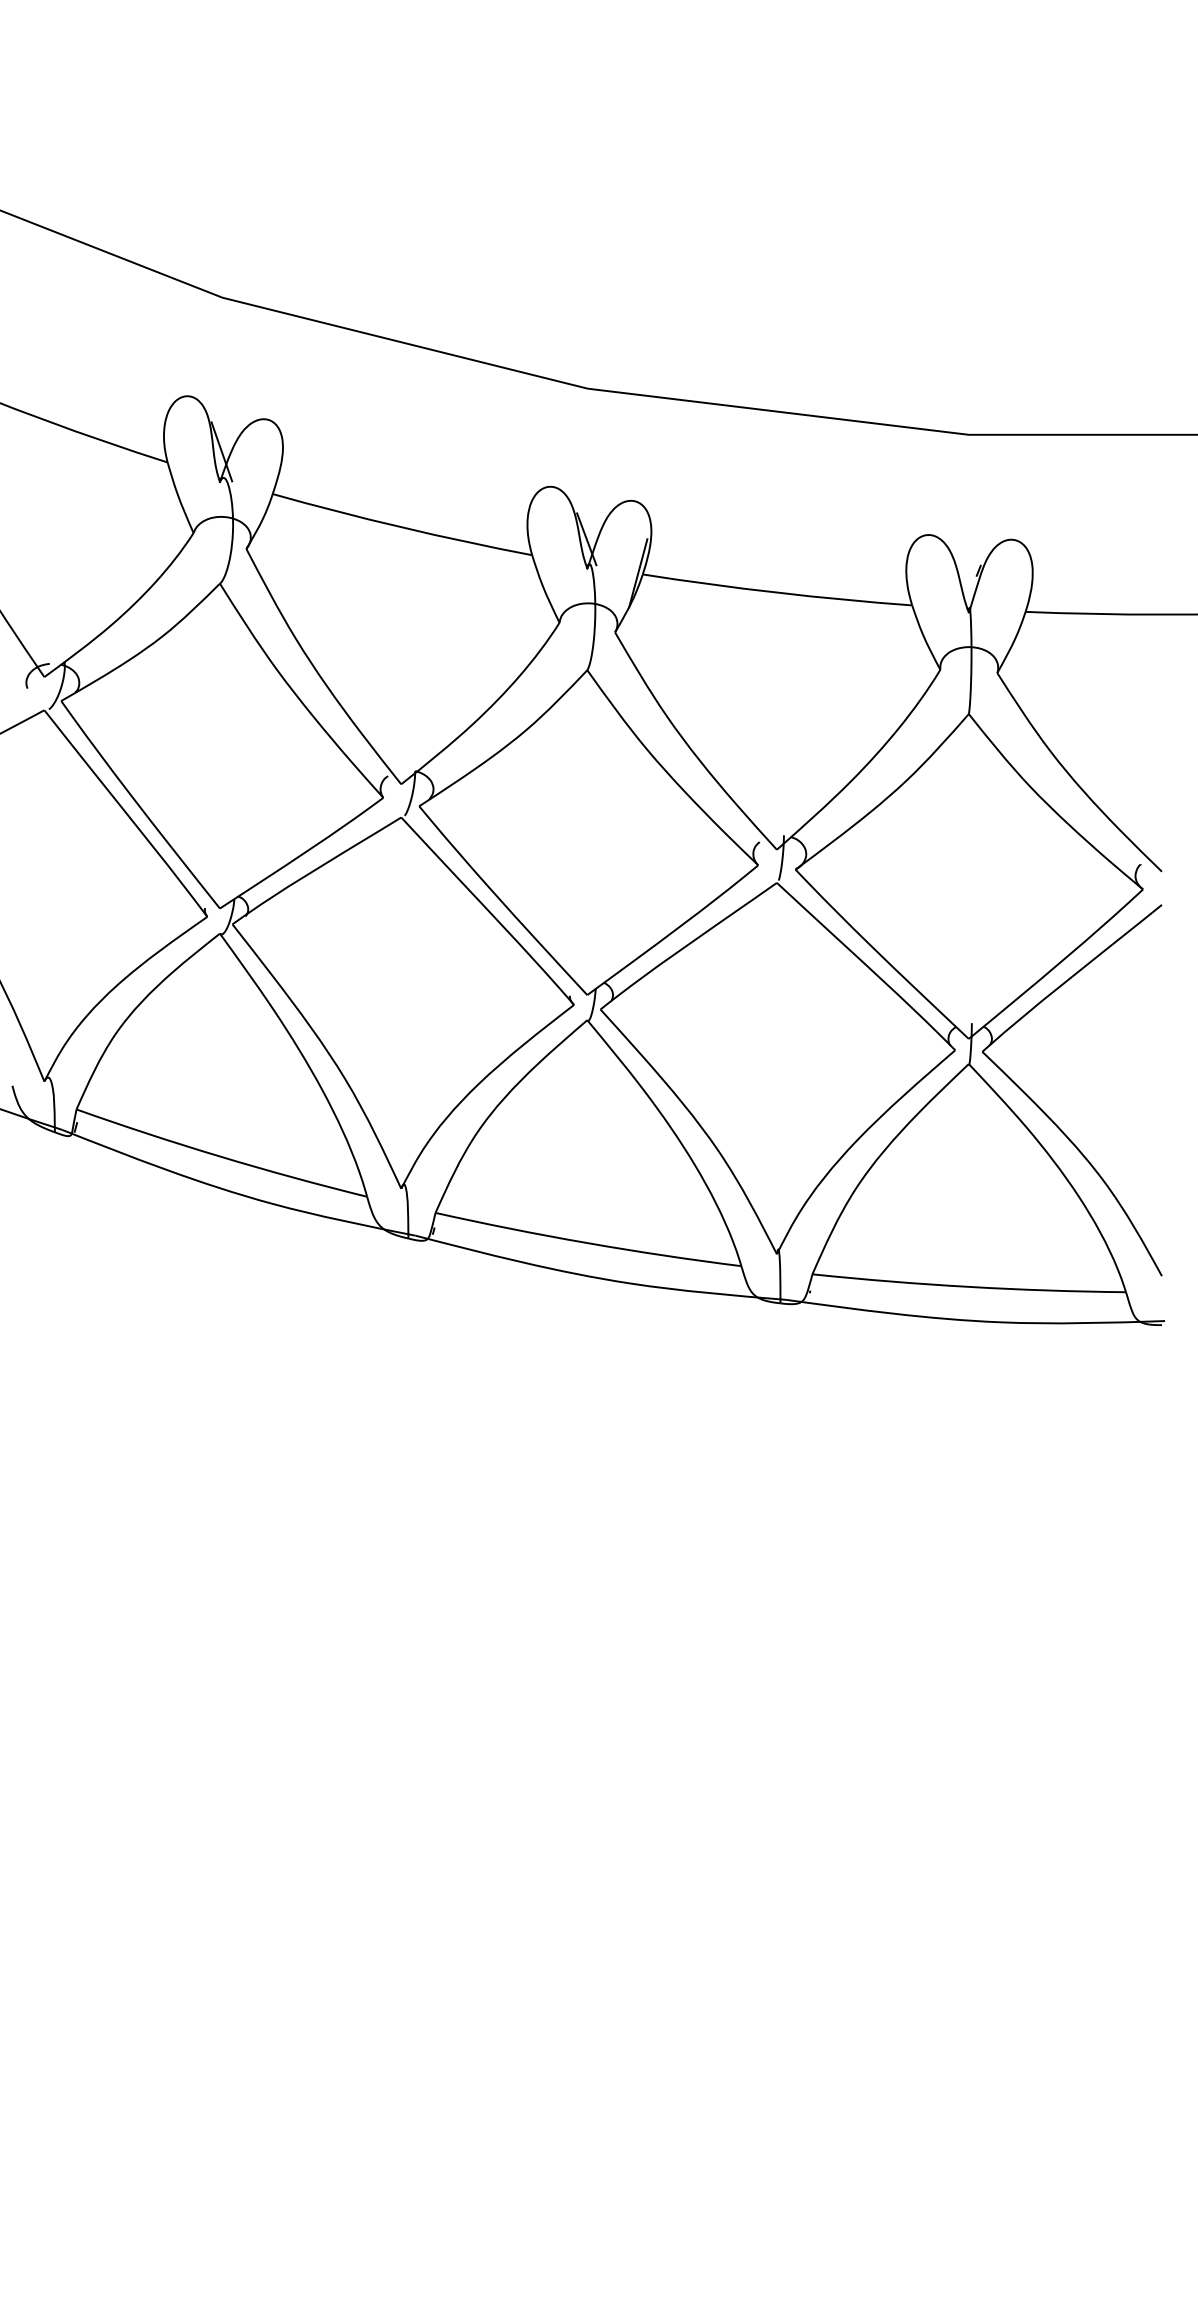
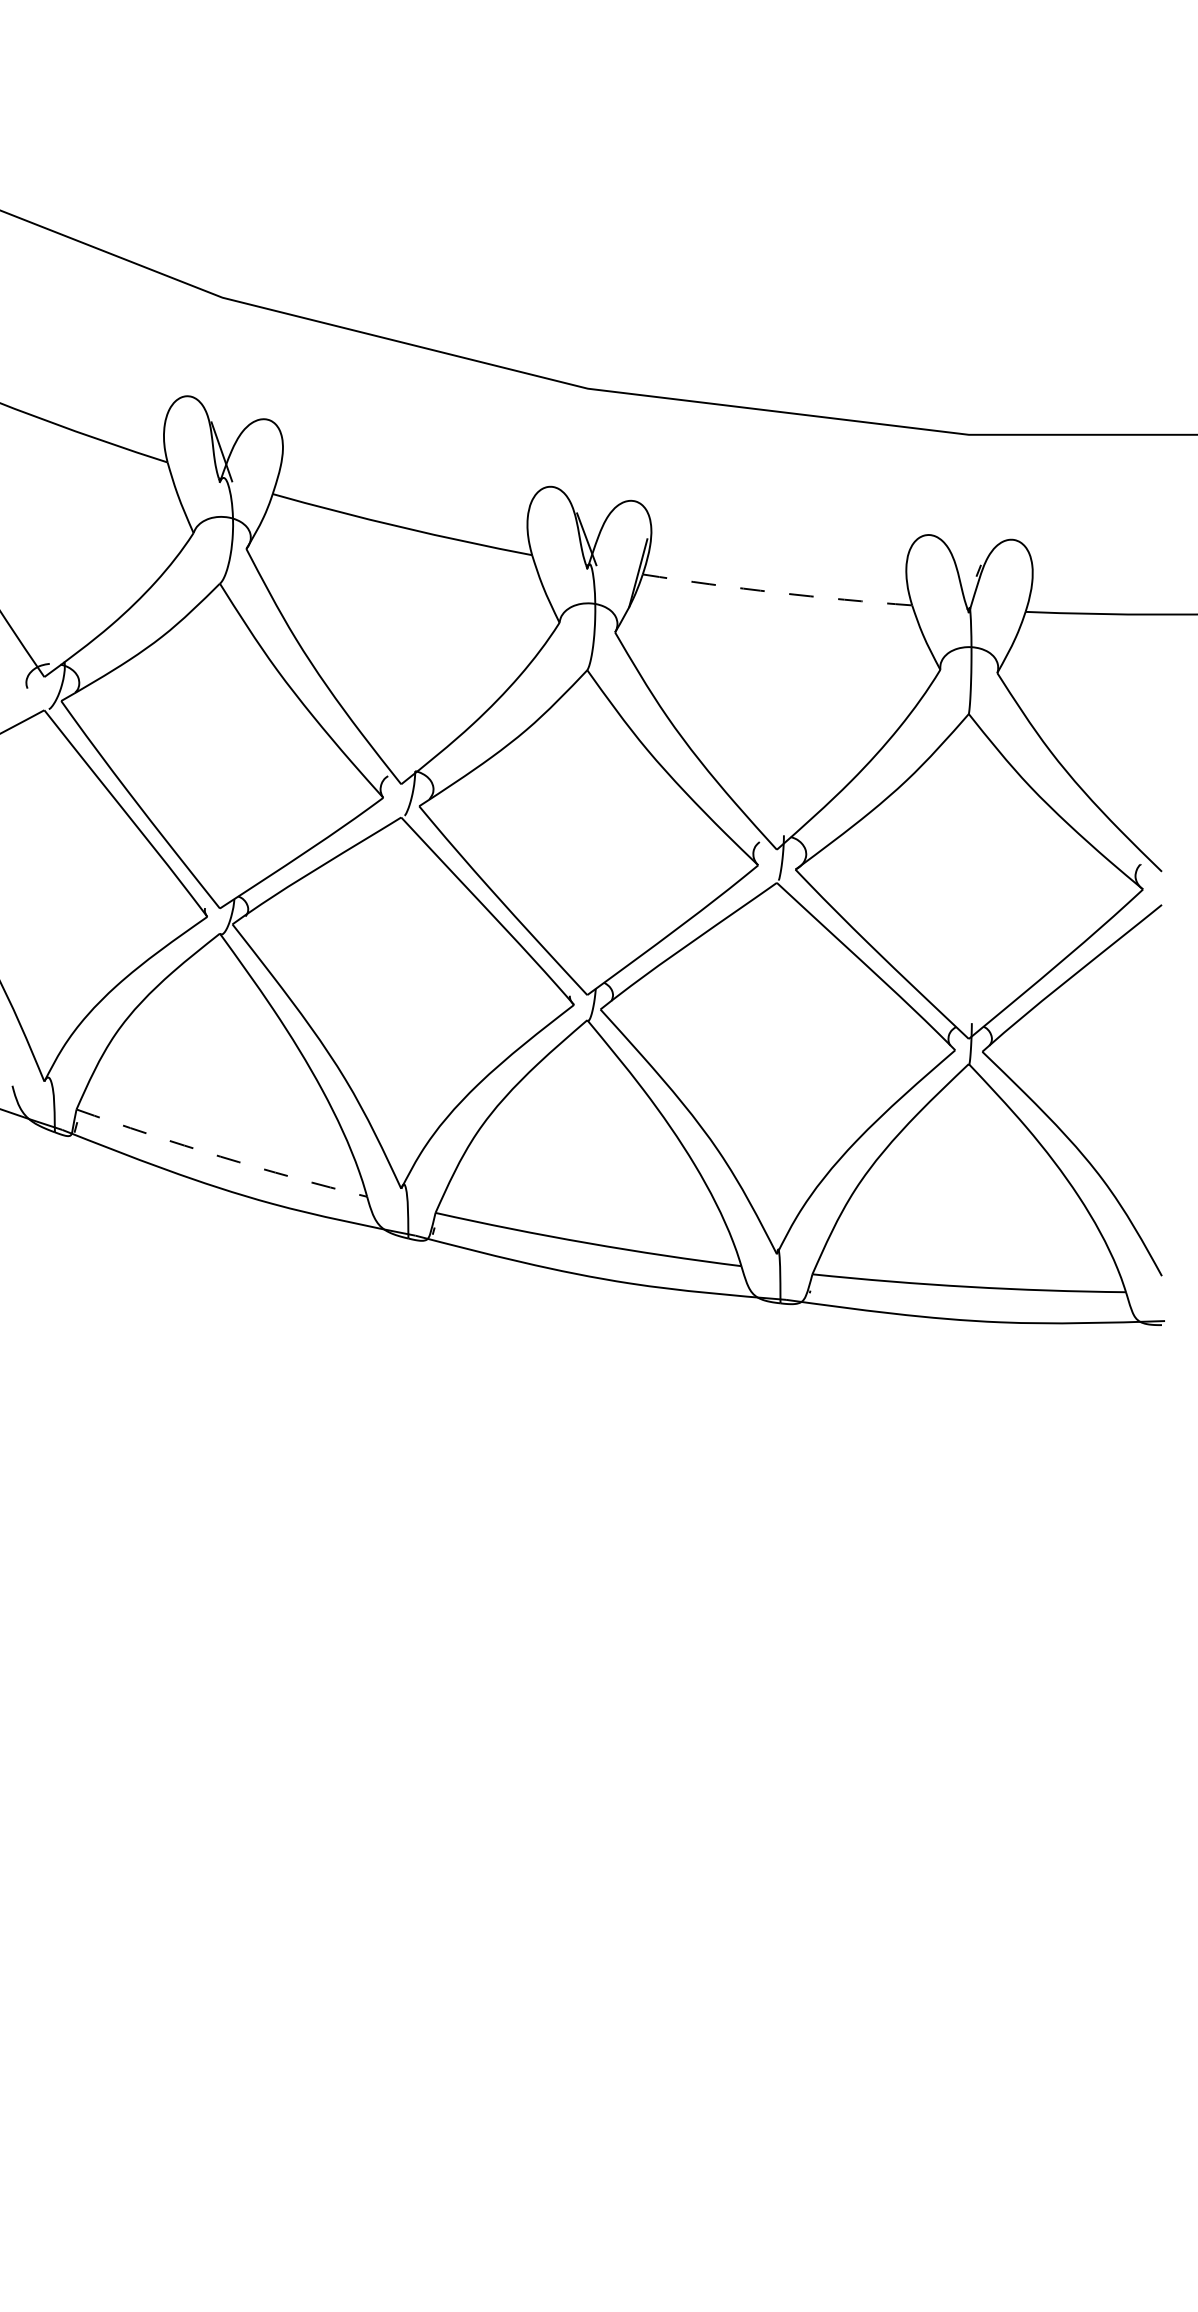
arc at (777, 592): solid -> dashed
arc at (220, 1156): solid -> dashed
